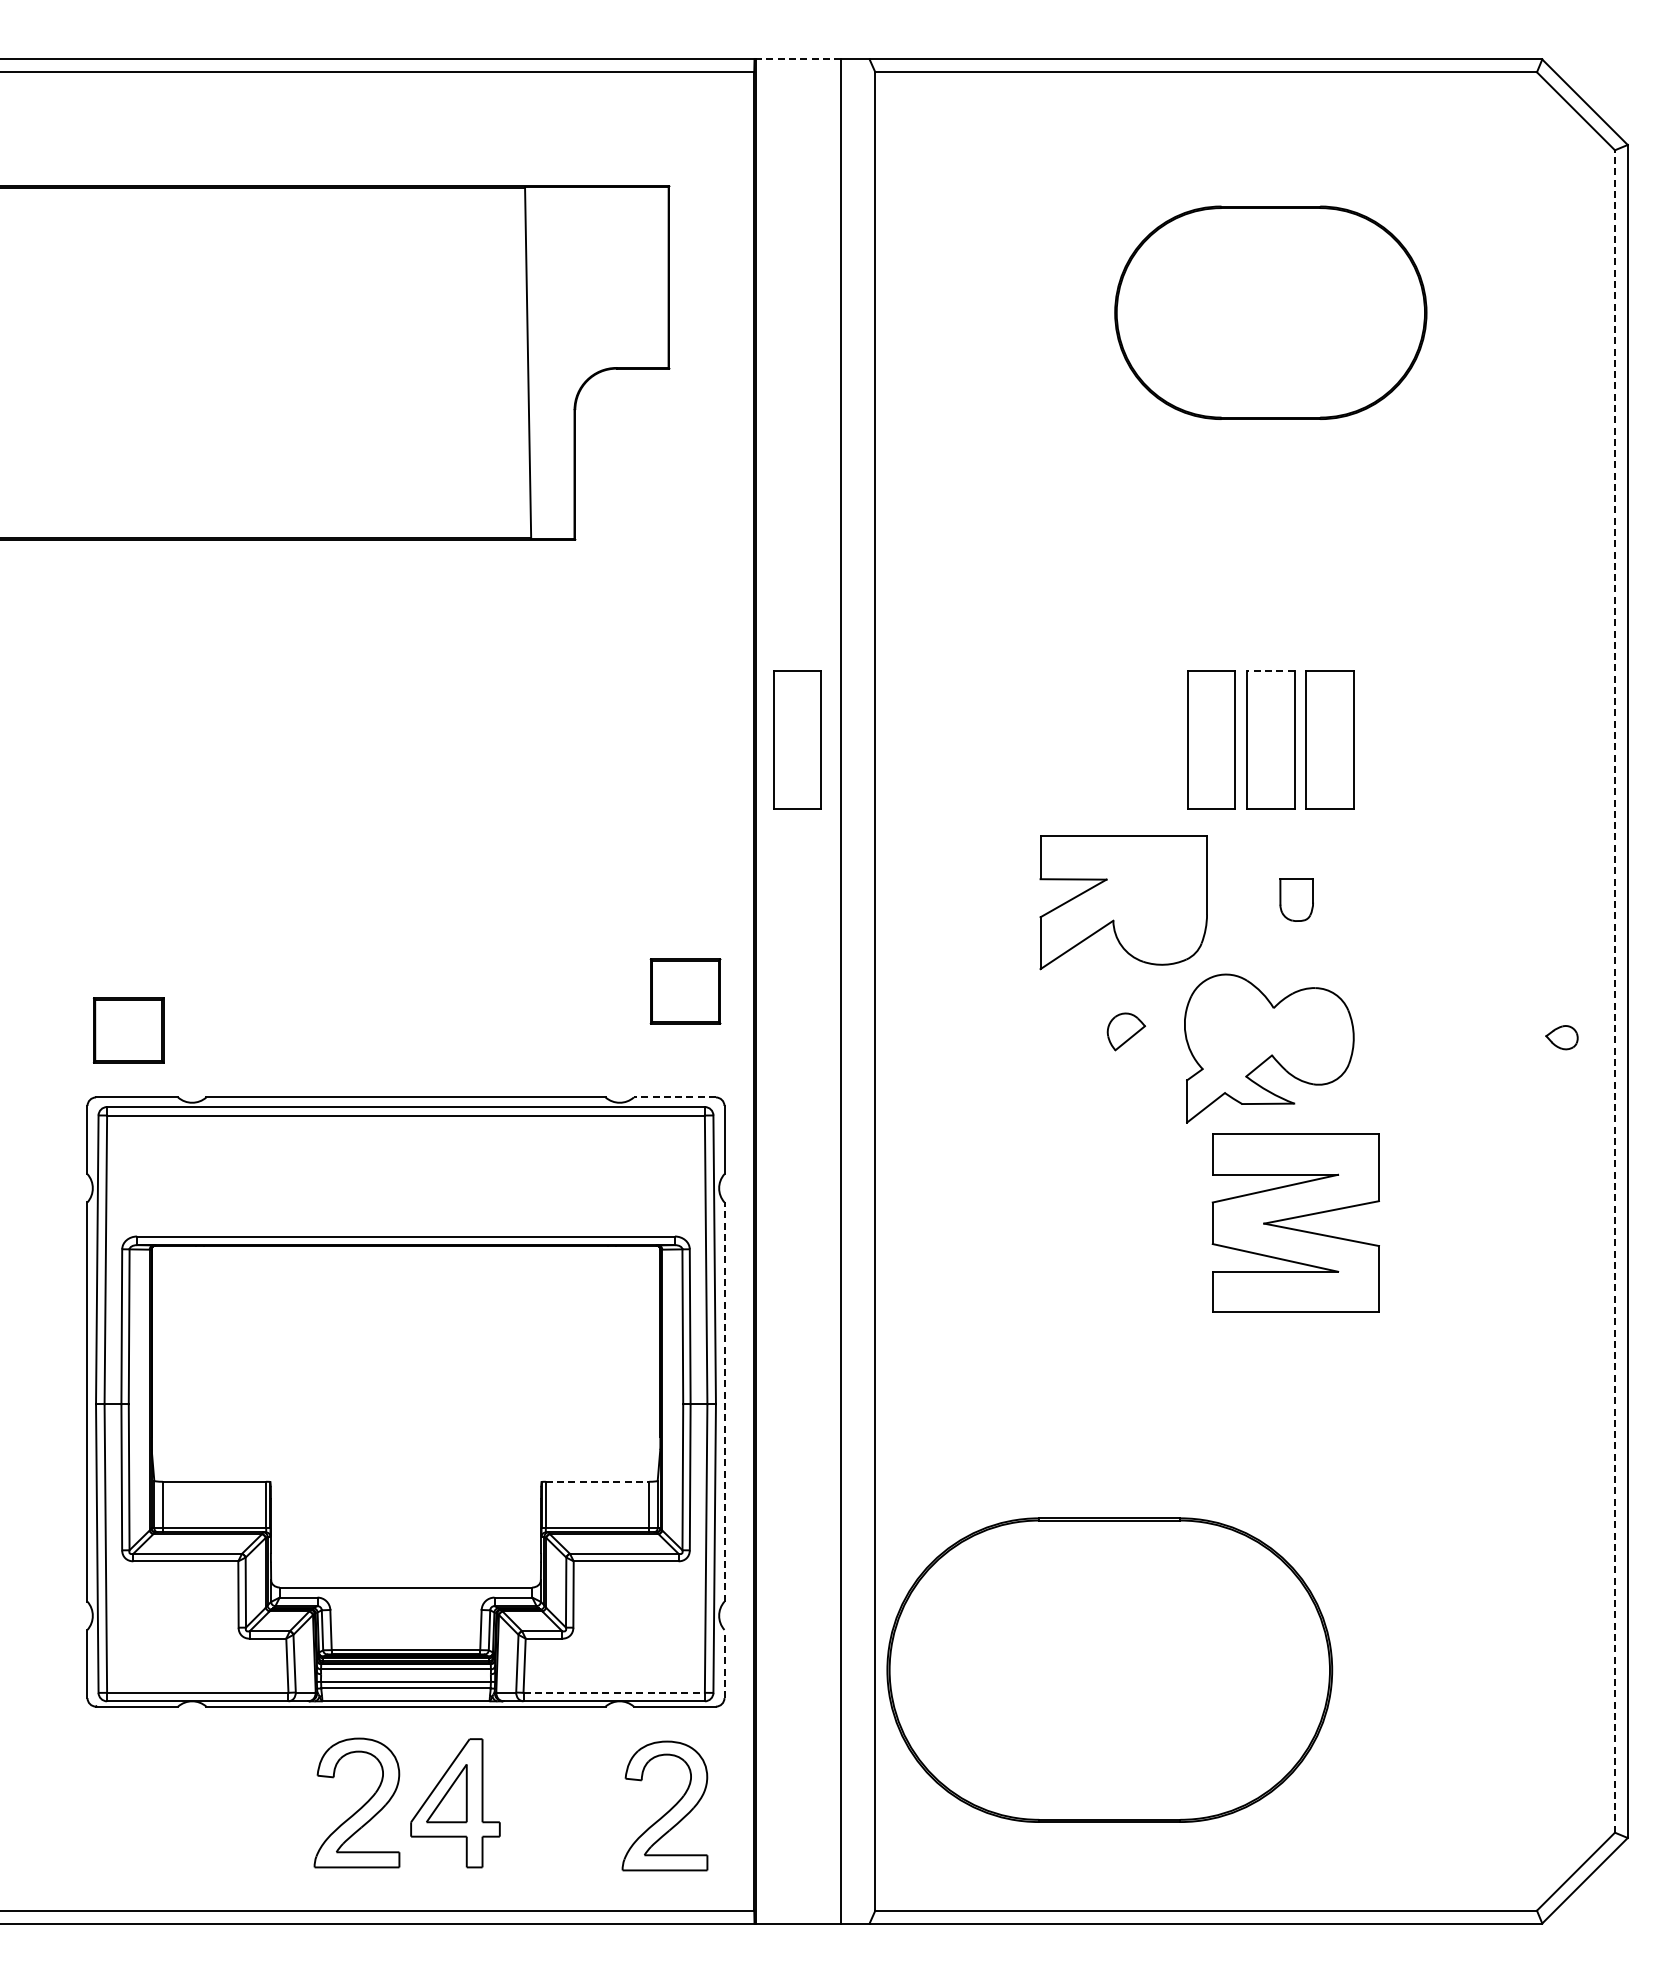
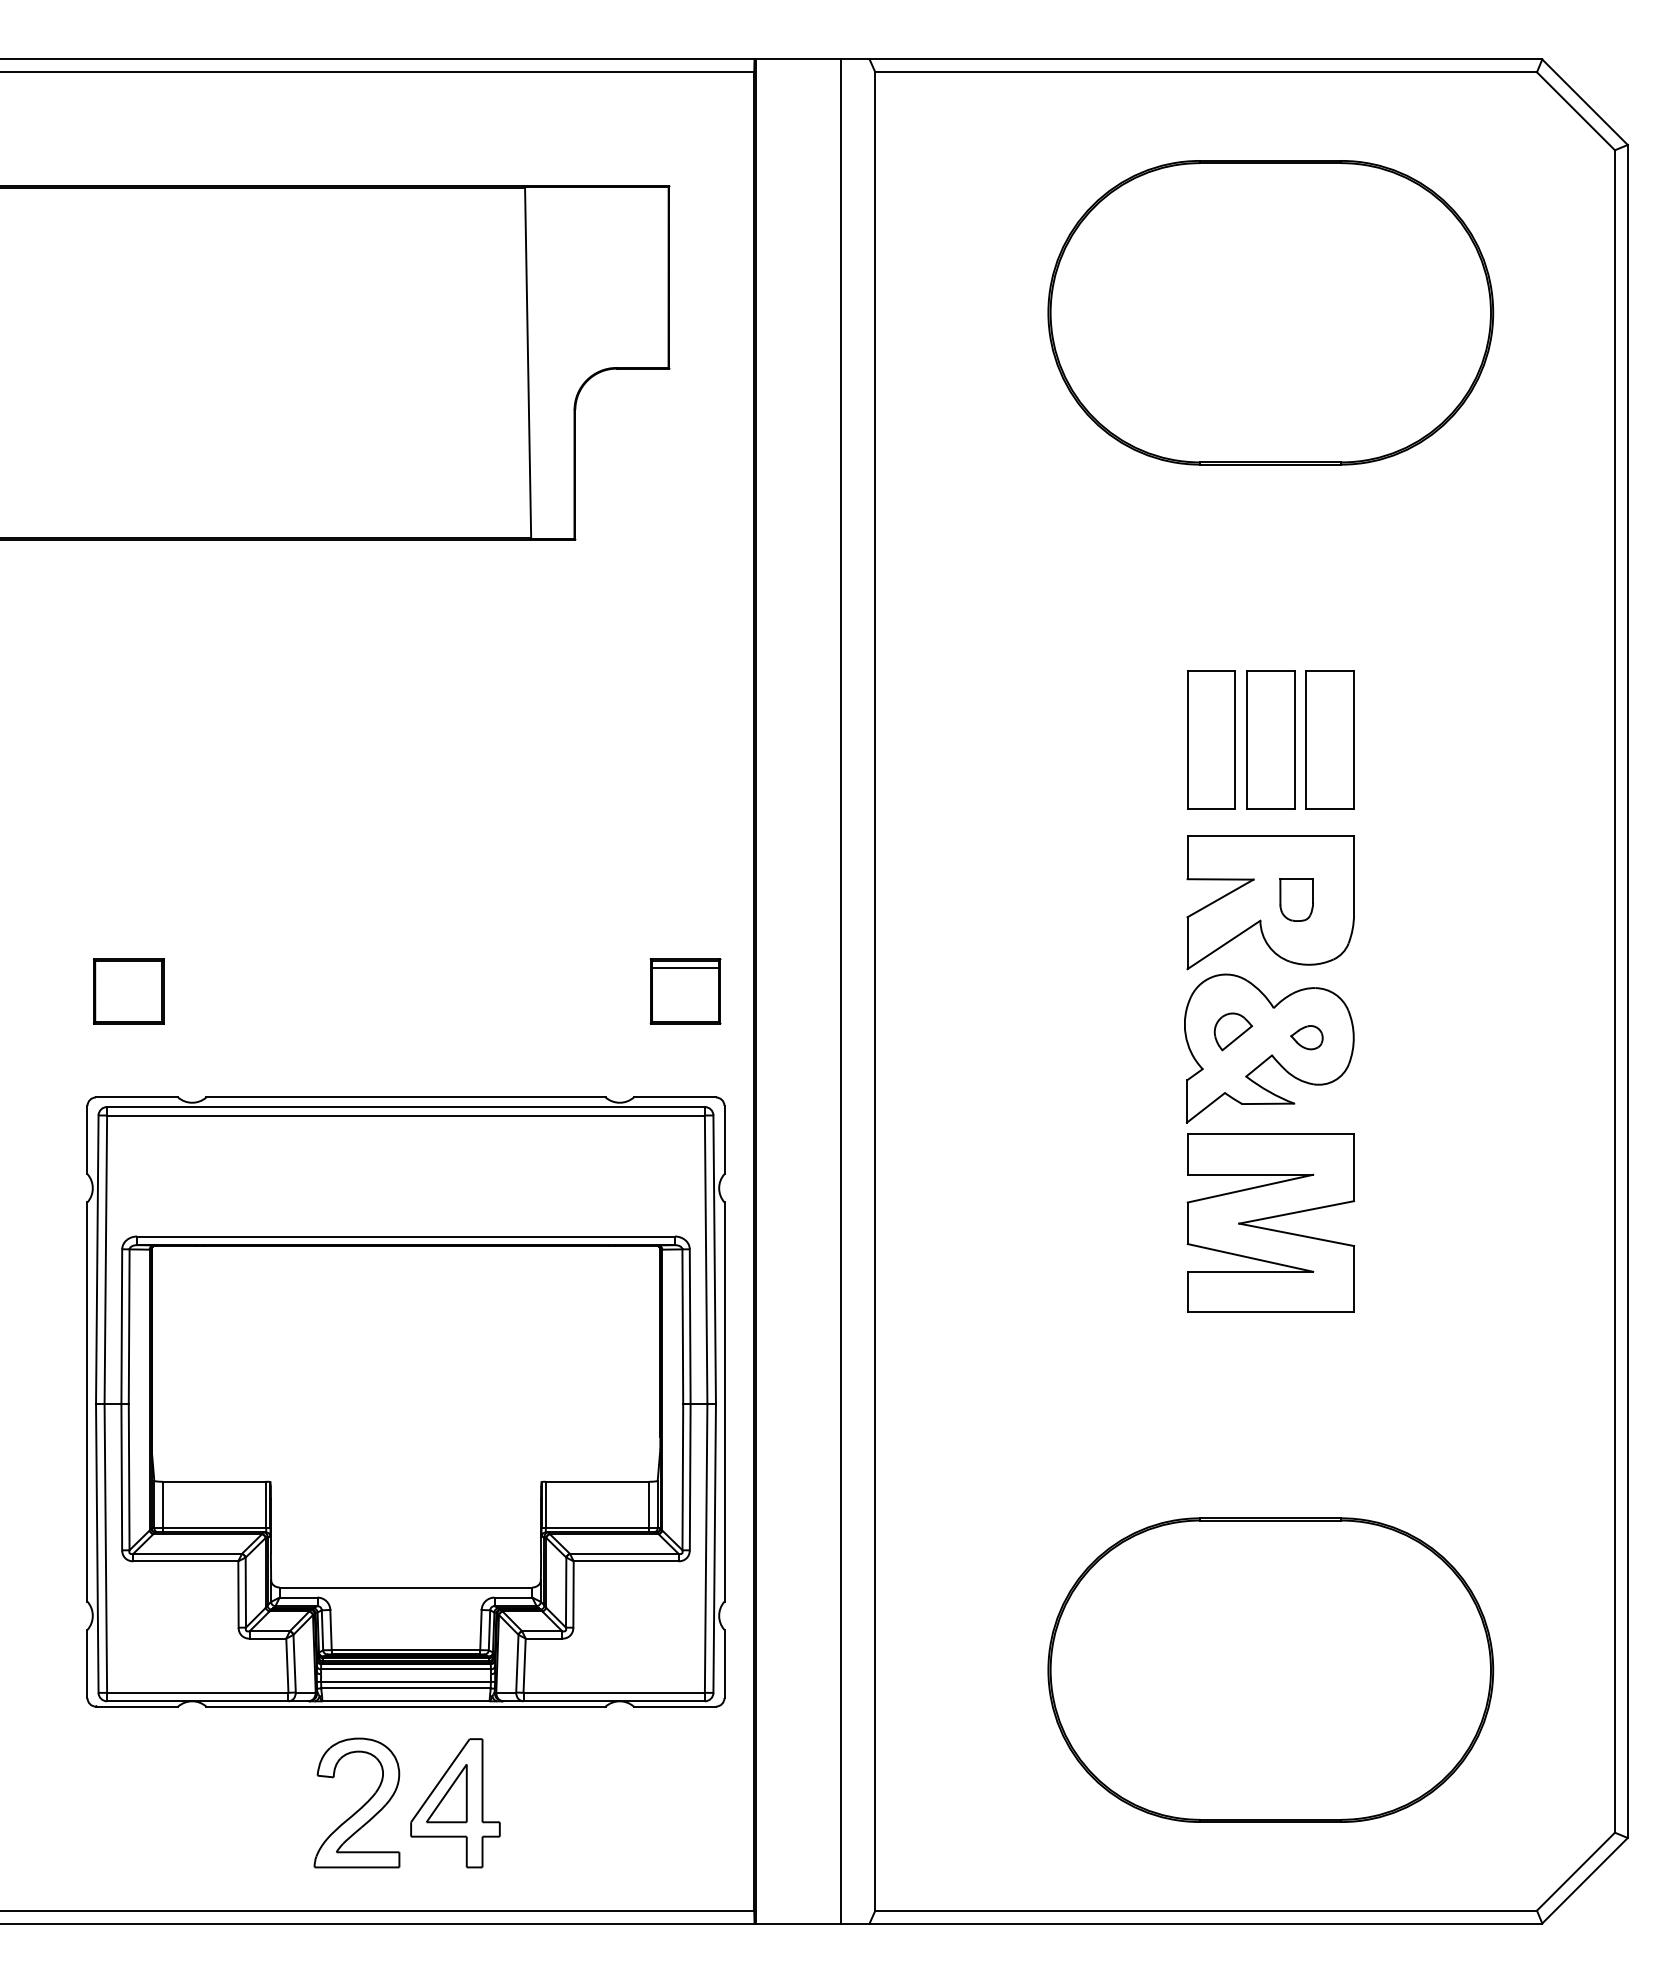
line at (798, 59): dashed -> solid
part at (1270, 312) size: 314x215 px -> 448x306 px
line at (1270, 670): dashed -> solid
part at (797, 739): present -> none
part at (1123, 902) position: (1123, 902) -> (1270, 902)
line at (685, 967): none -> present
line at (1614, 990): dashed -> solid
part at (128, 1030) position: (128, 1030) -> (128, 991)
part at (1126, 1031) position: (1126, 1031) -> (1233, 1031)
part at (1561, 1037) position: (1561, 1037) -> (1306, 1037)
line at (674, 1097): dashed -> solid
part at (1295, 1222) position: (1295, 1222) -> (1270, 1222)
line at (724, 1402): dashed -> solid
line at (597, 1481): dashed -> solid
line at (724, 1663): dashed -> solid
part at (1109, 1669) position: (1109, 1669) -> (1270, 1669)
line at (614, 1692): dashed -> solid
part at (669, 1809): present -> none
